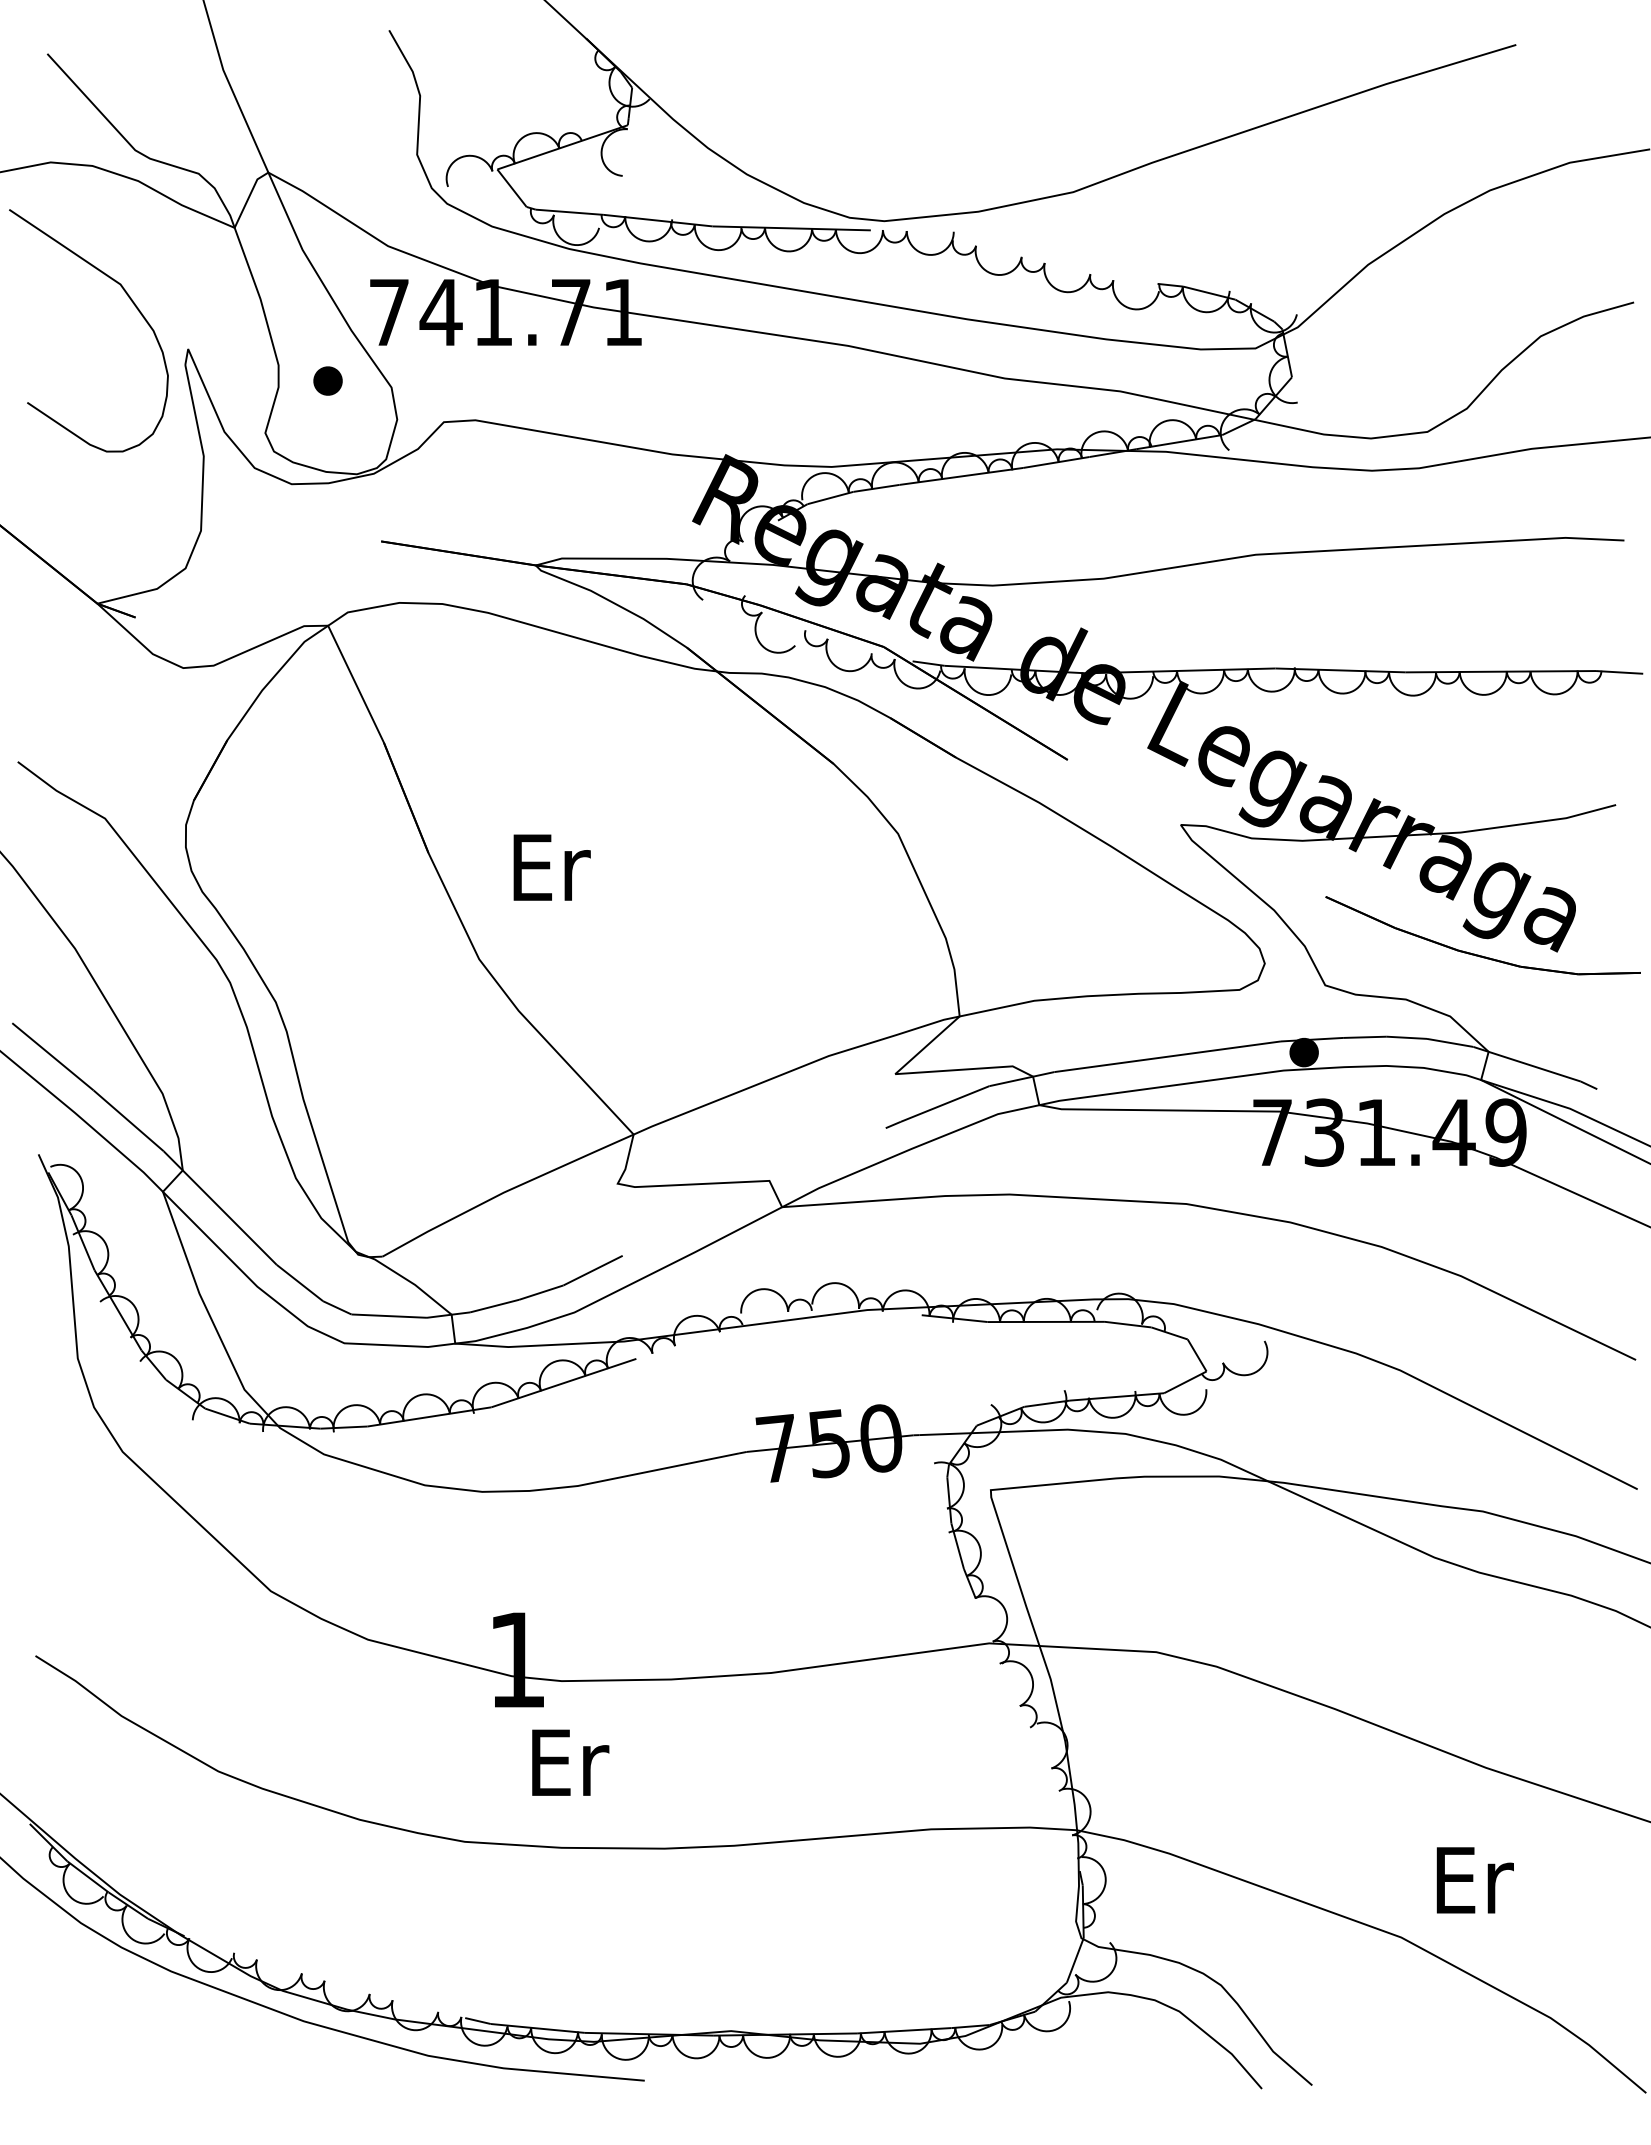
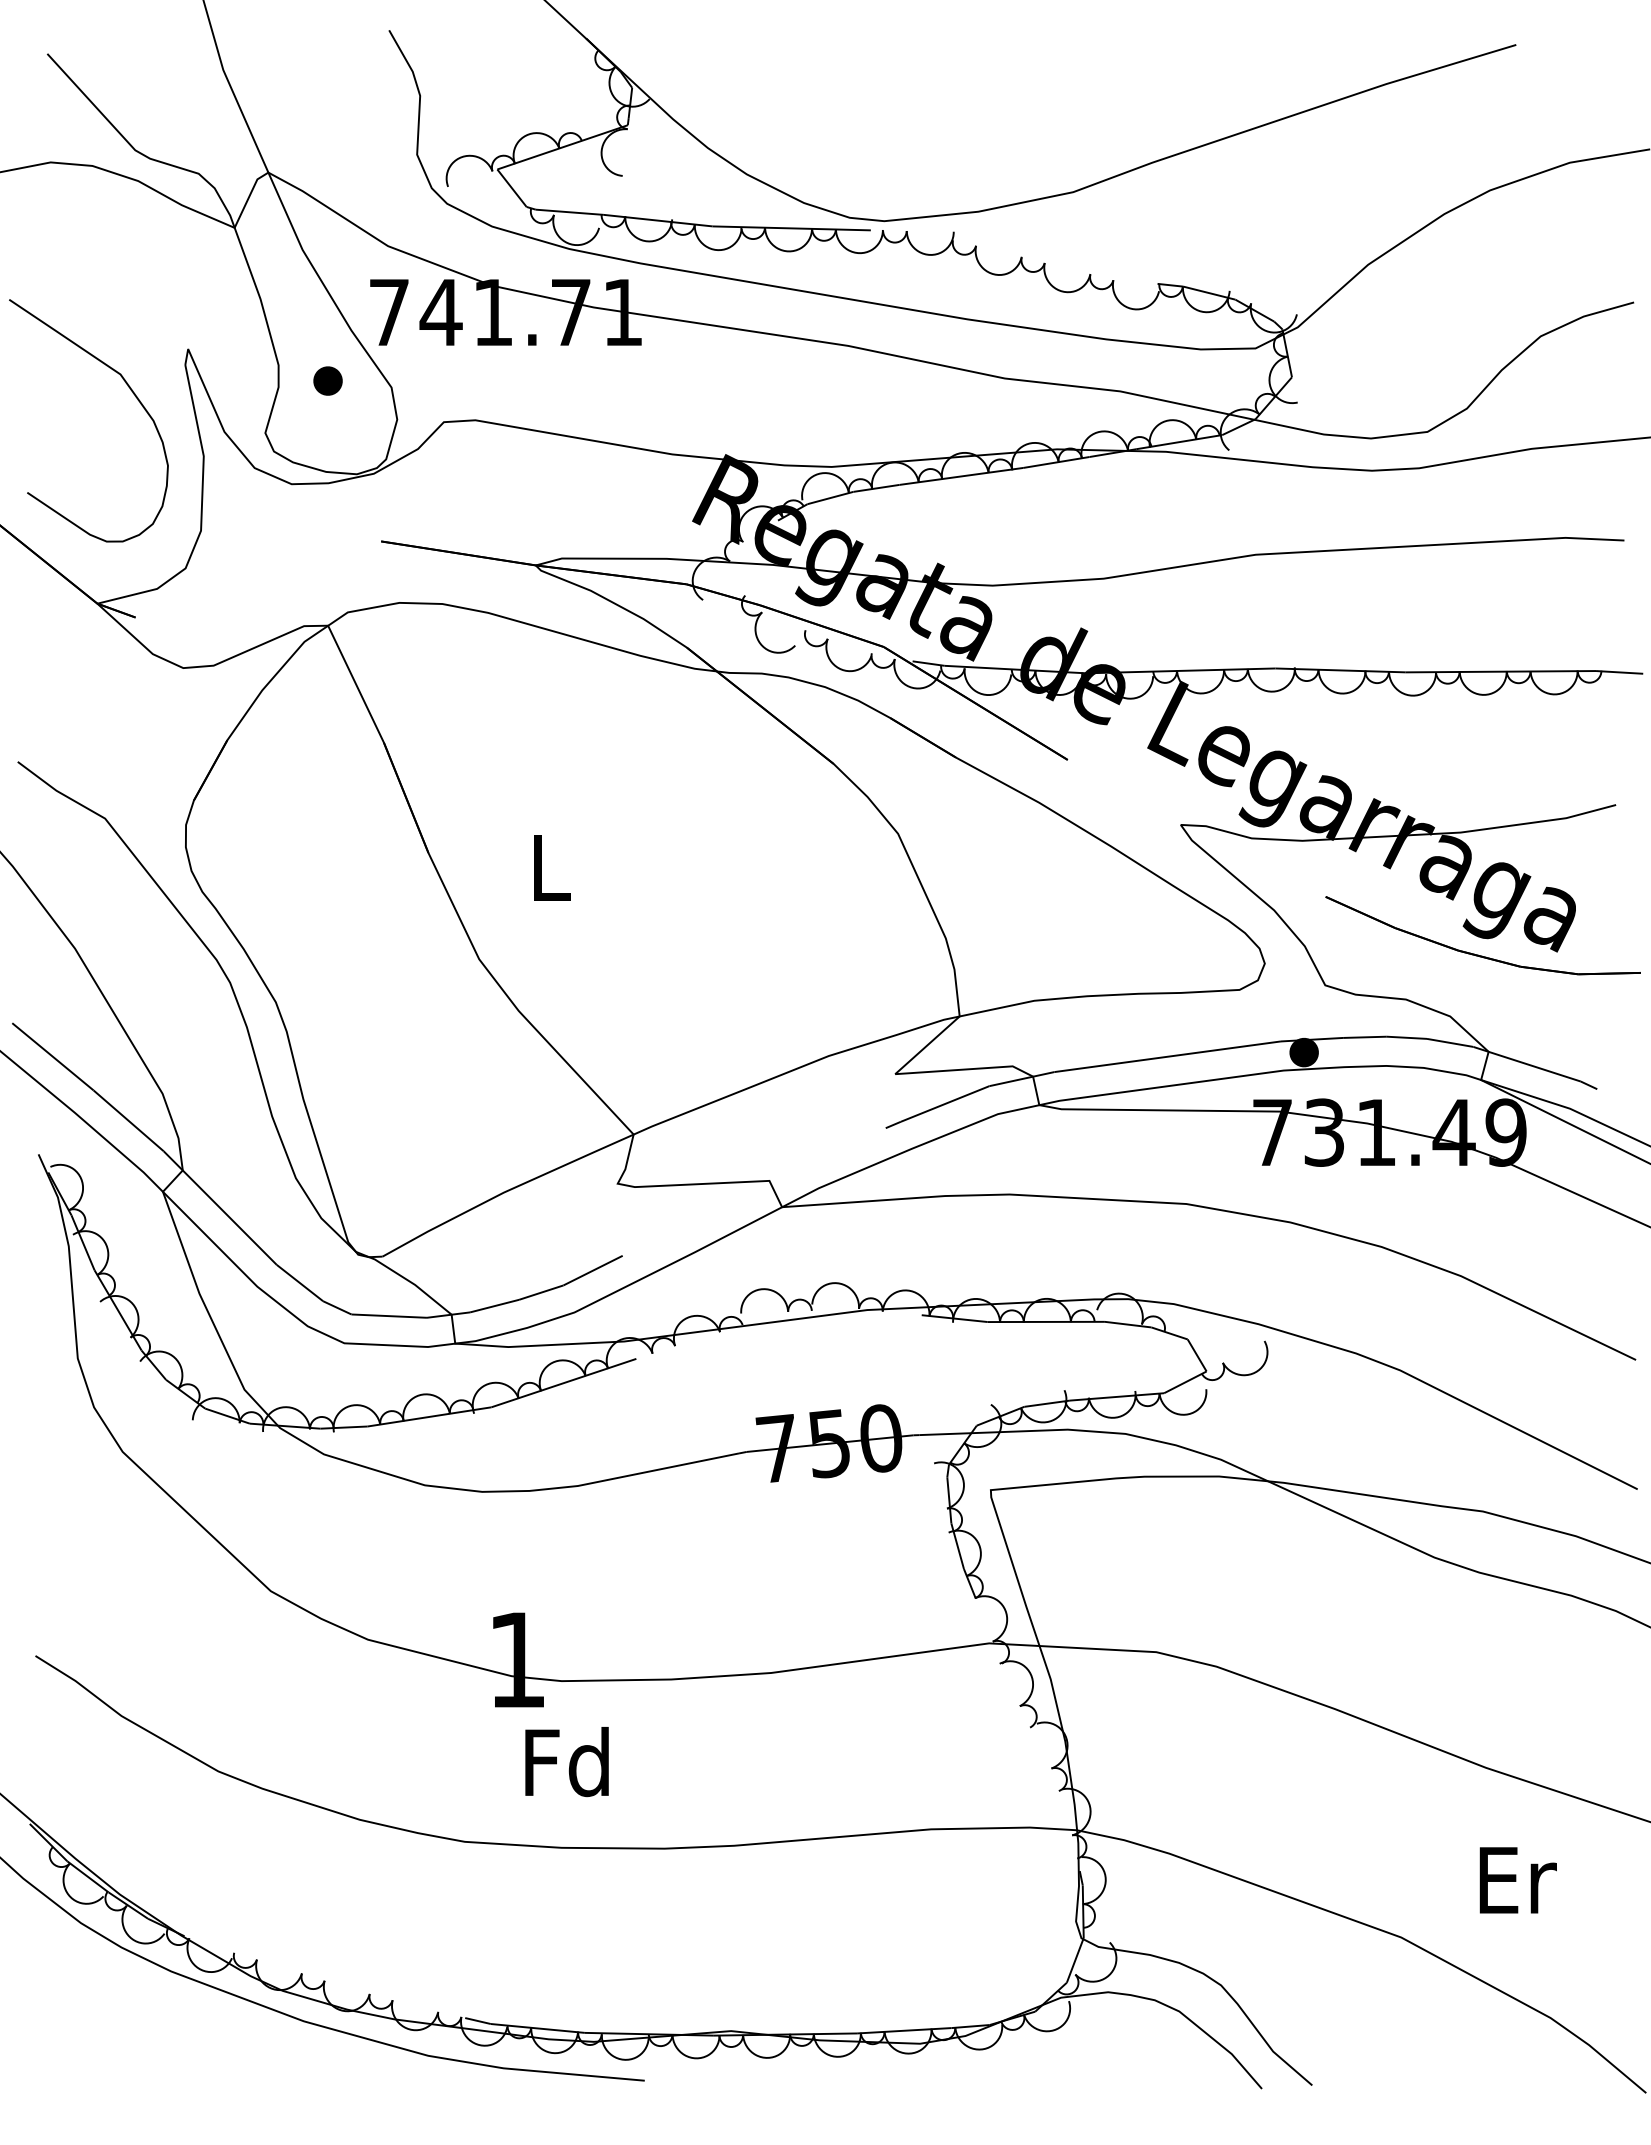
curve at (130, 300) position: (130, 300) -> (130, 390)
text at (551, 867): Er -> L
text at (567, 1762): Er -> Fd
text at (1474, 1880) position: (1474, 1880) -> (1517, 1880)
